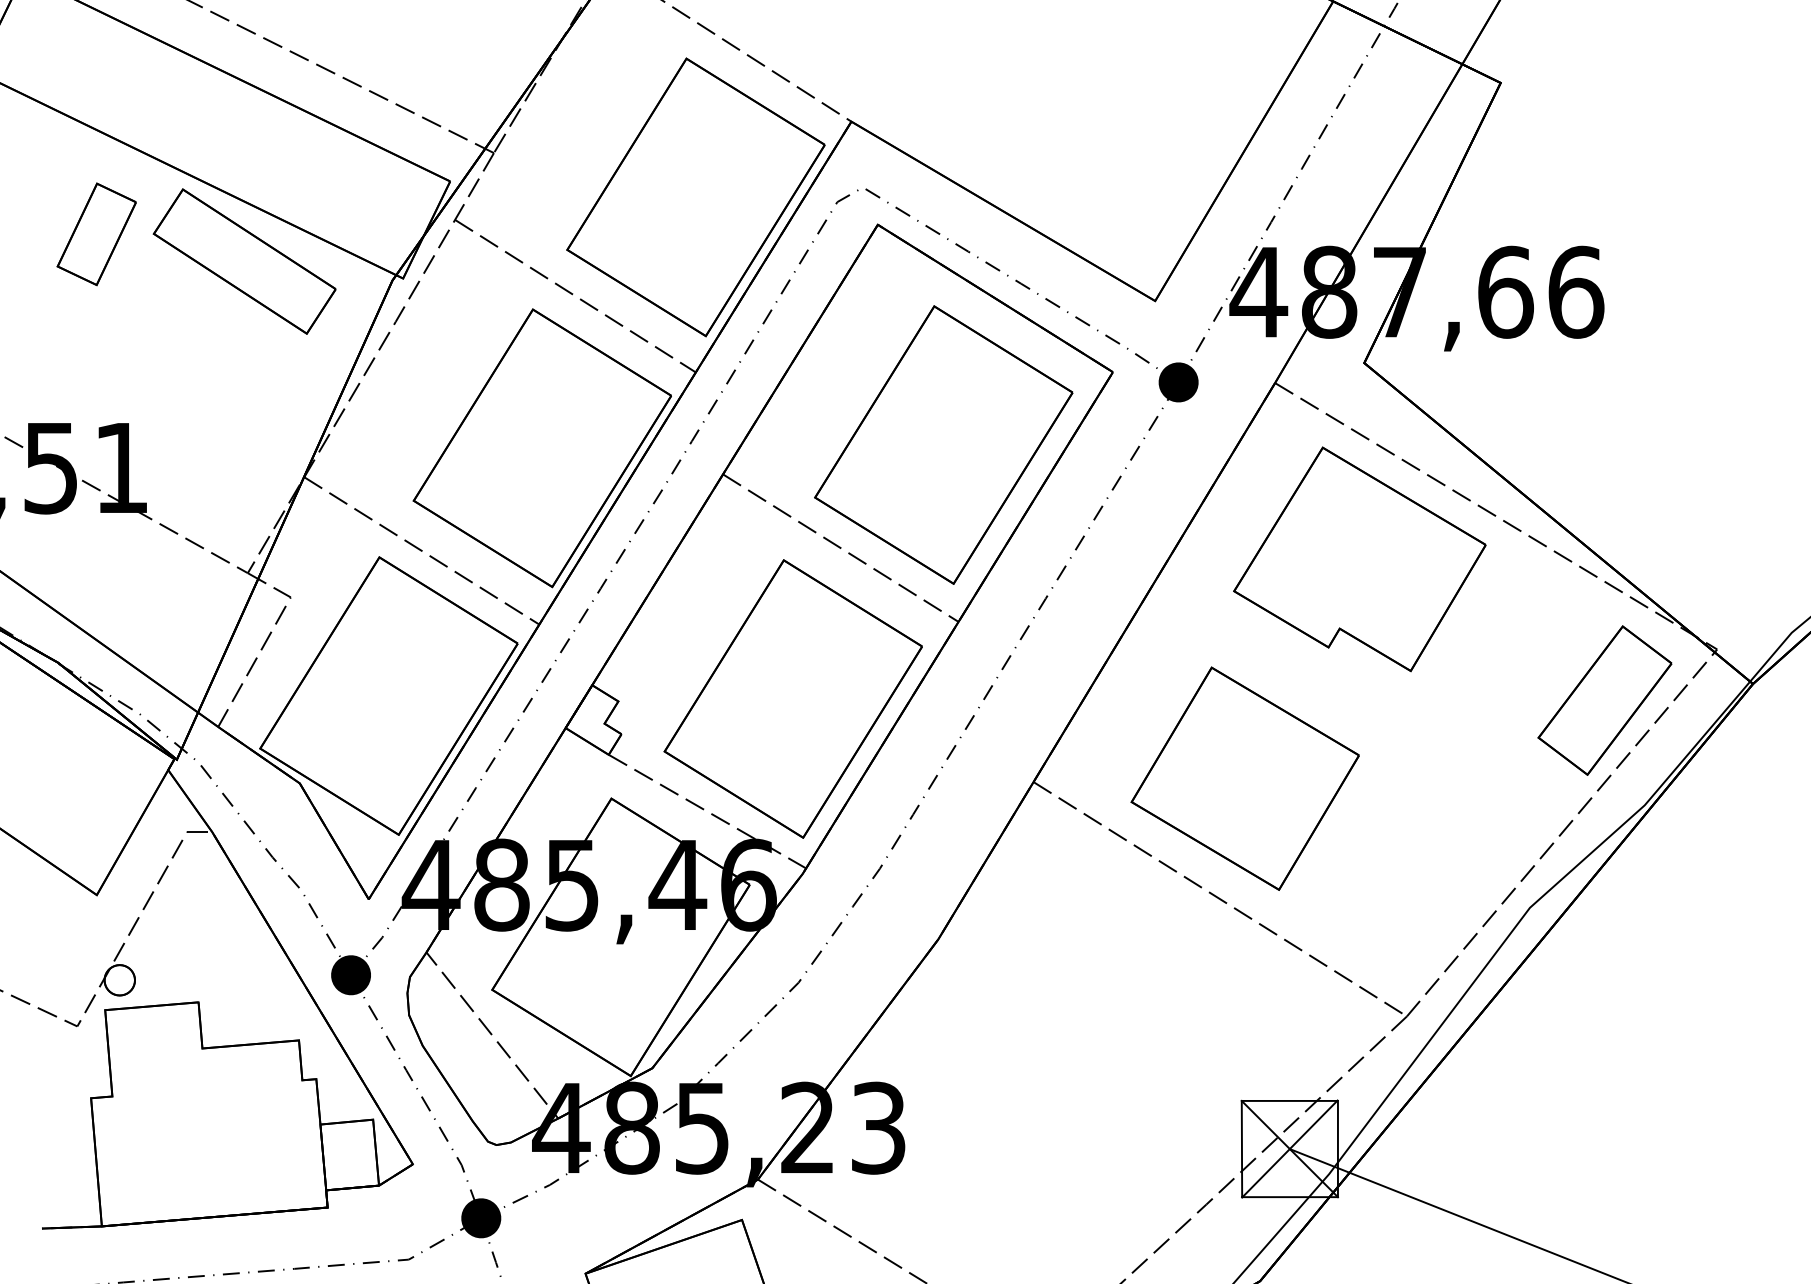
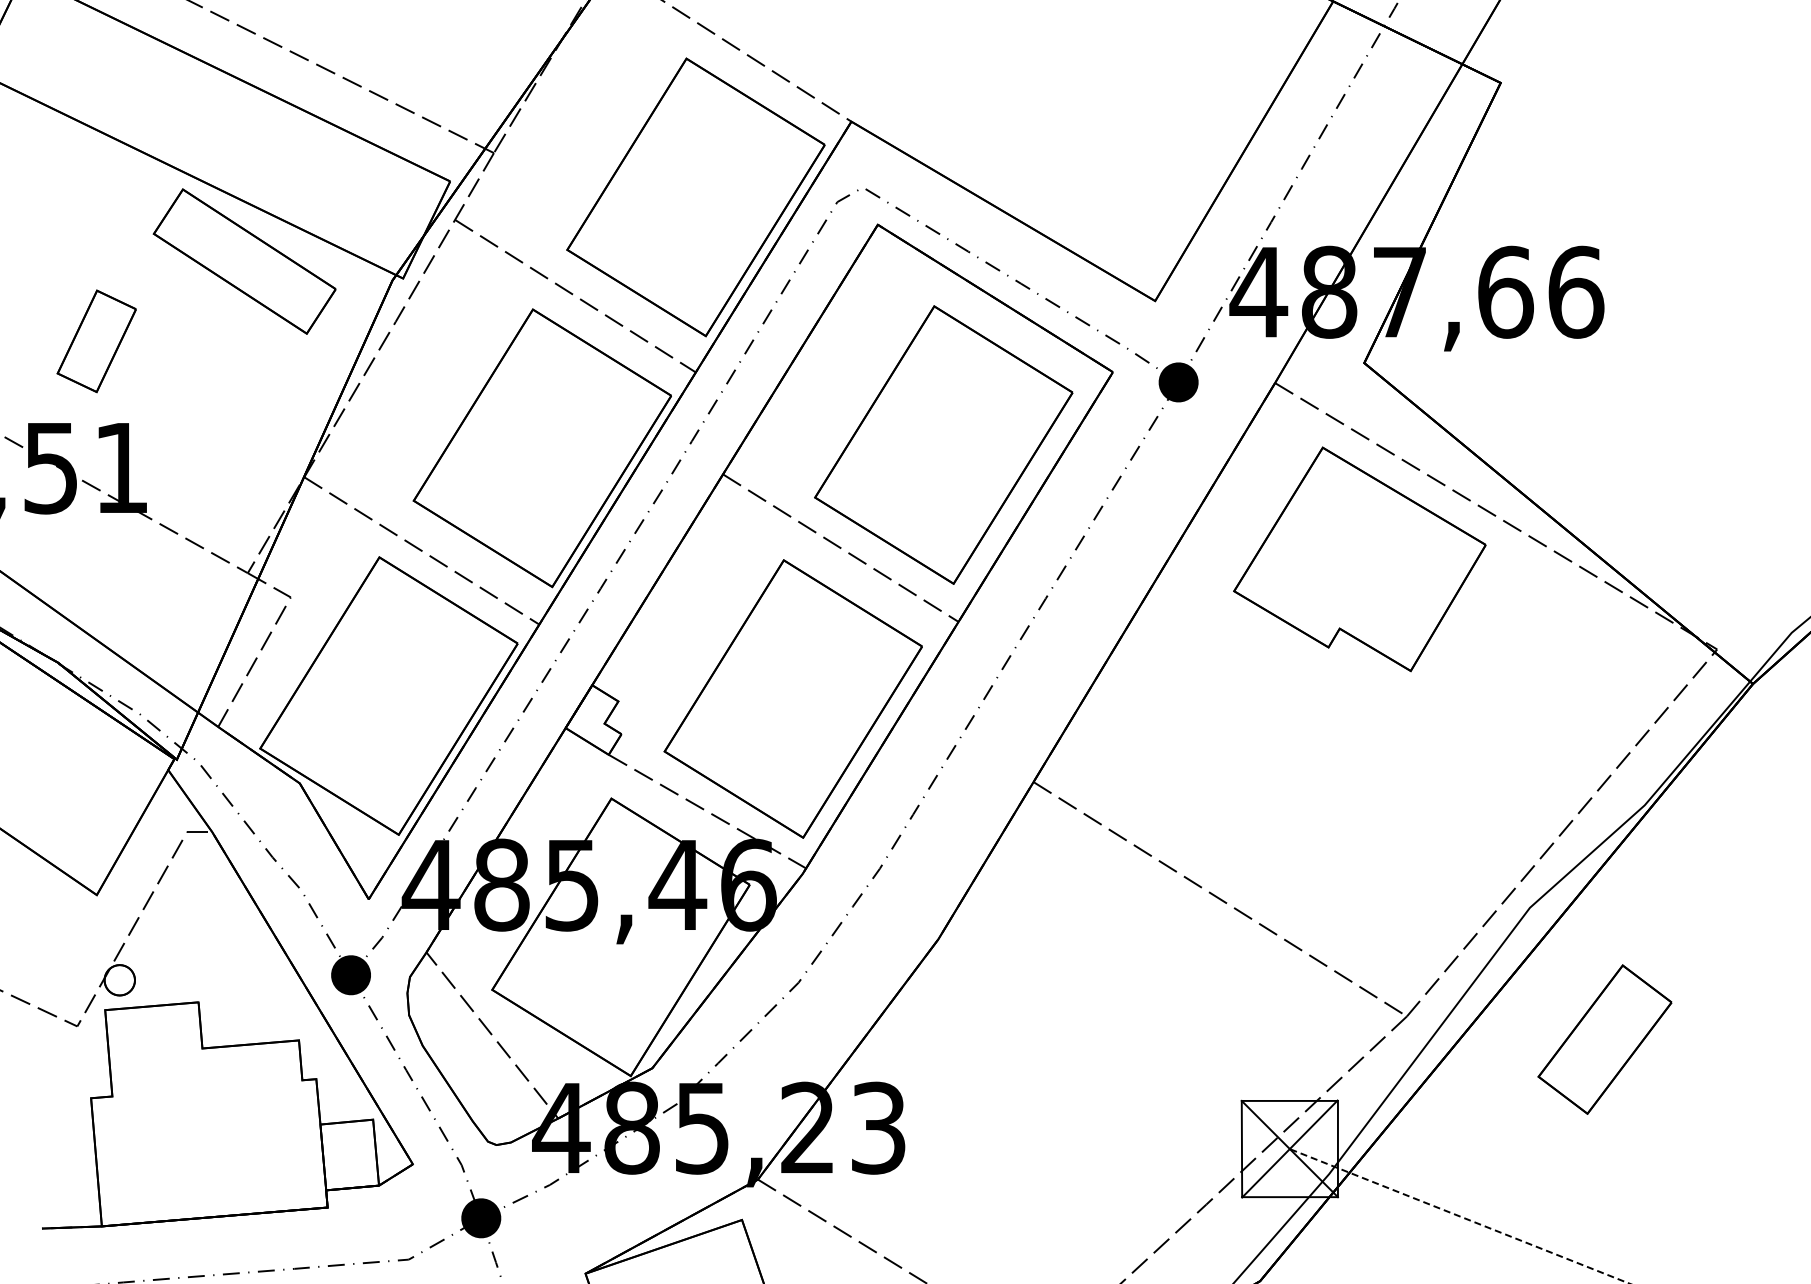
part at (96, 234) position: (96, 234) -> (96, 341)
part at (1604, 700) position: (1604, 700) -> (1604, 1039)
part at (1244, 778): present -> none
line at (1459, 1216): solid -> dashed
